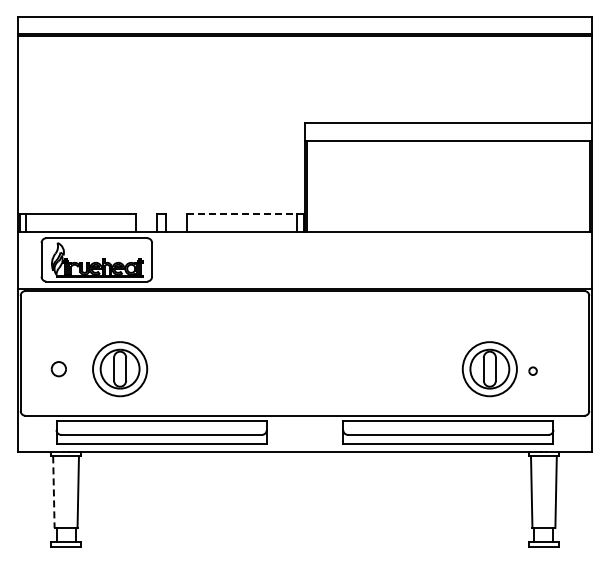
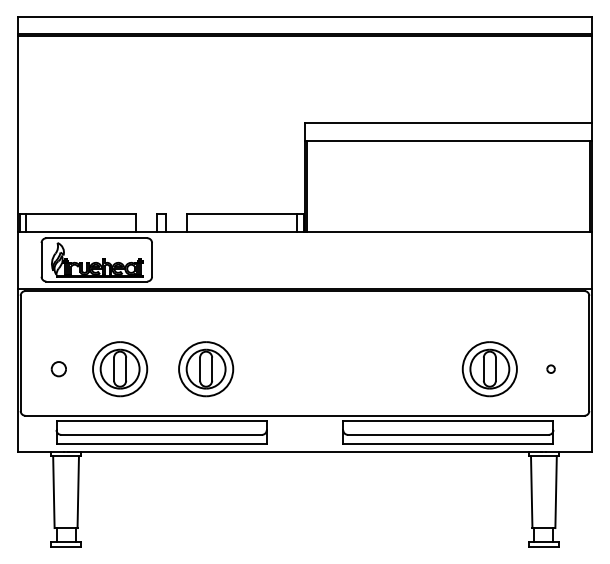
line at (242, 213): dashed -> solid
part at (206, 369): none -> present
part at (532, 370) position: (532, 370) -> (550, 368)
line at (53, 492): dashed -> solid
